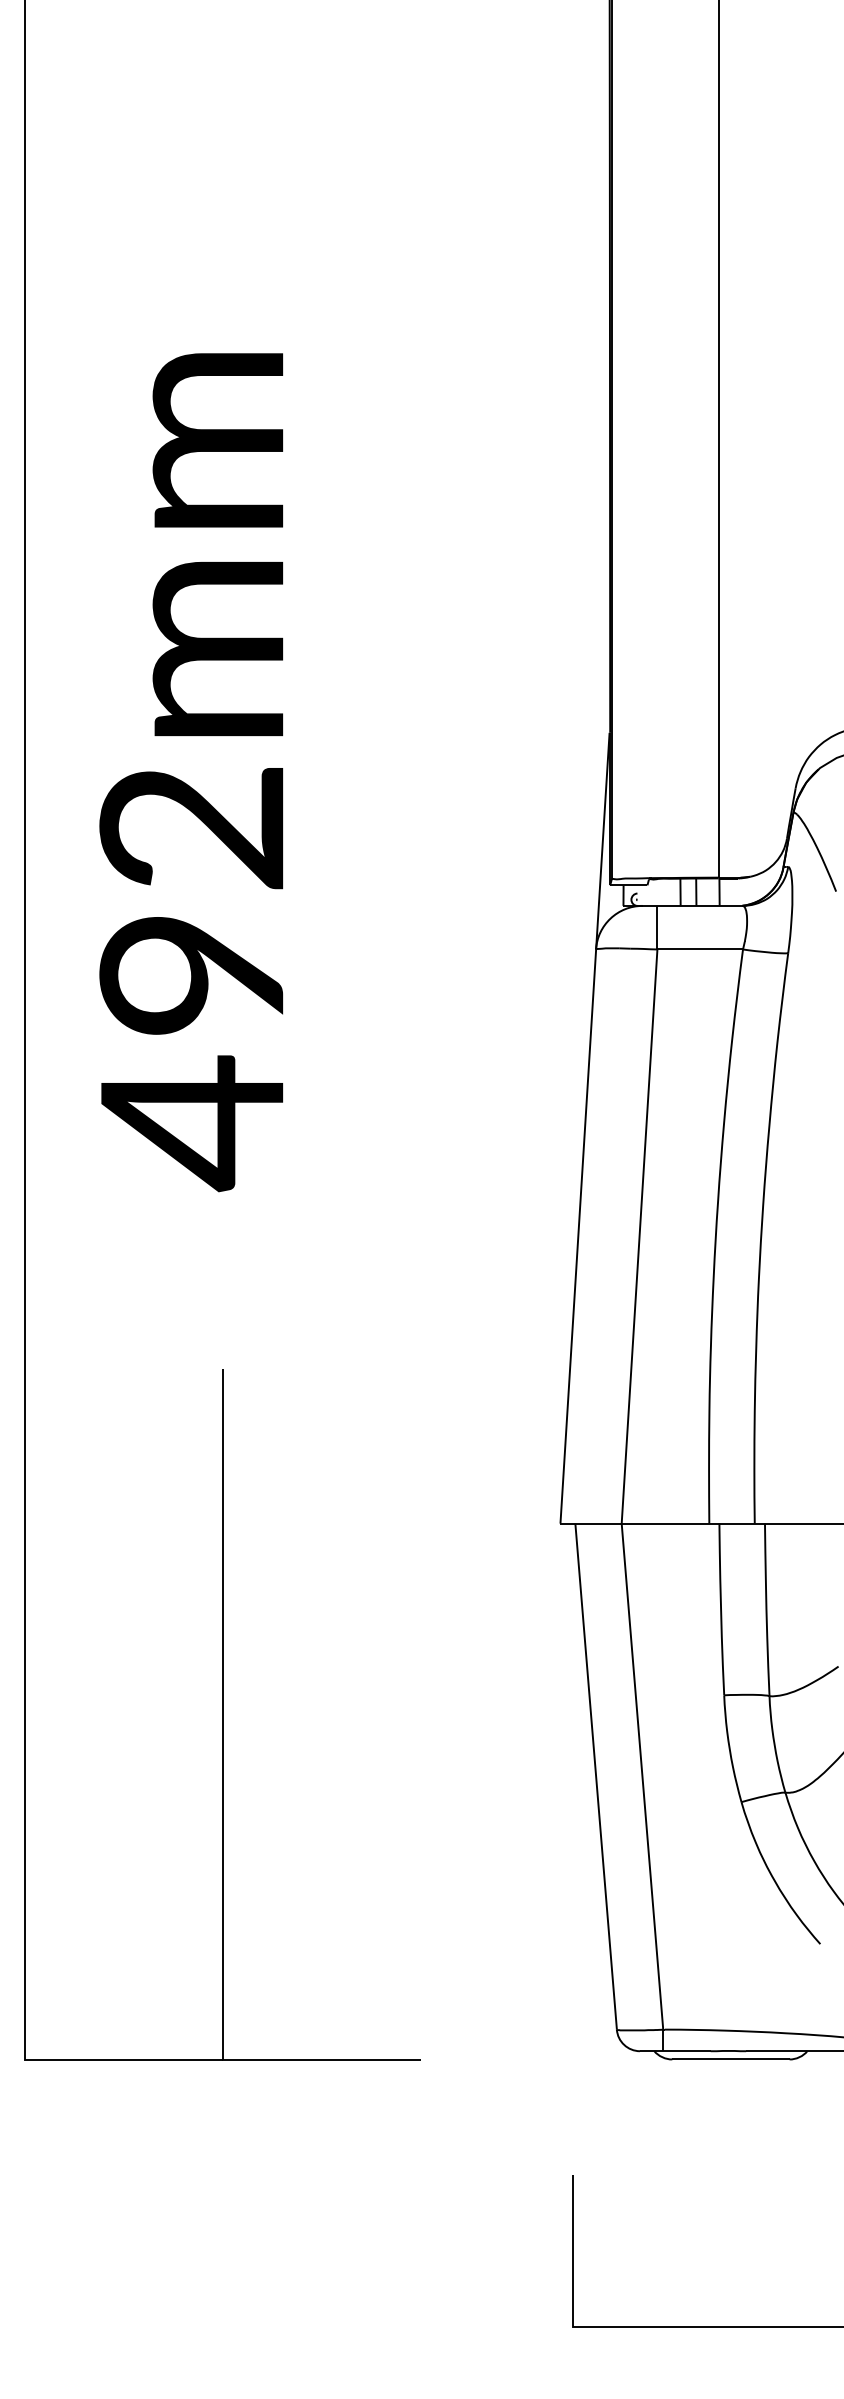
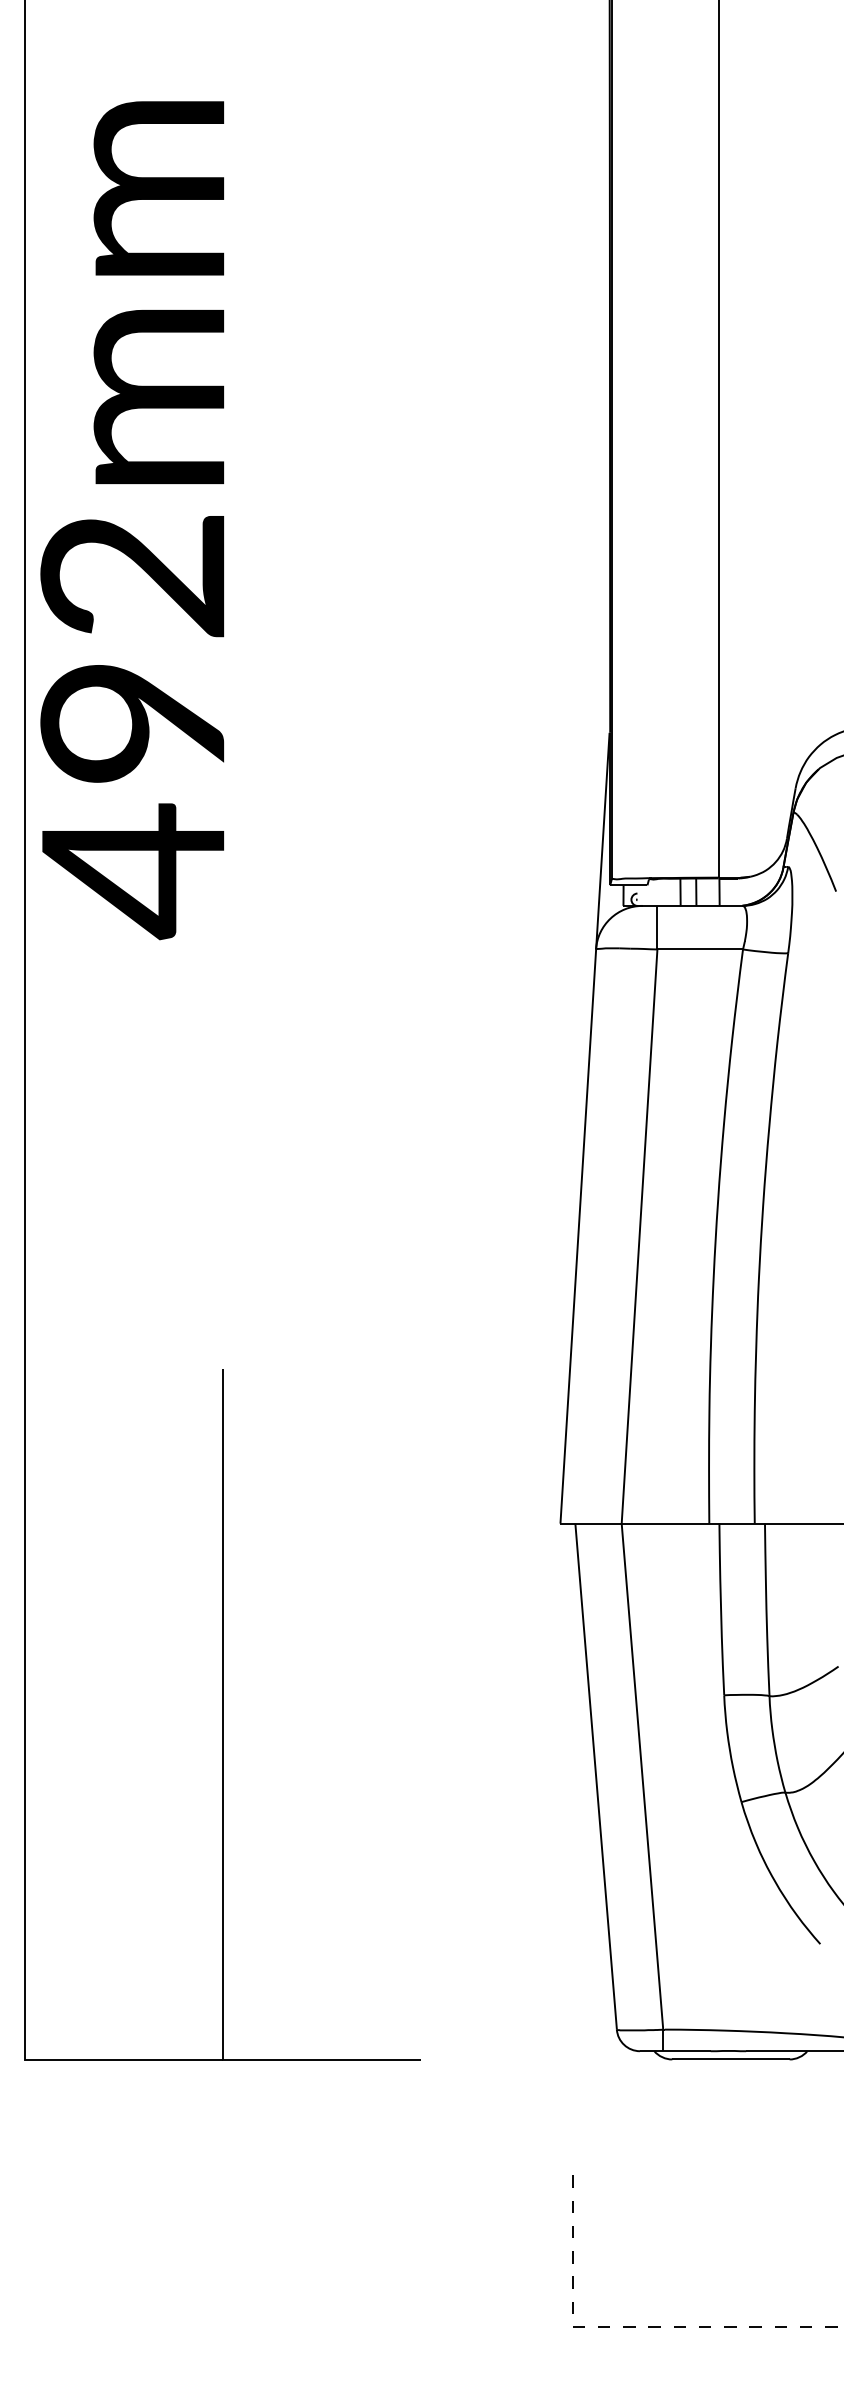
text at (190, 772) position: (190, 772) -> (131, 520)
line at (631, 2327): solid -> dashed
